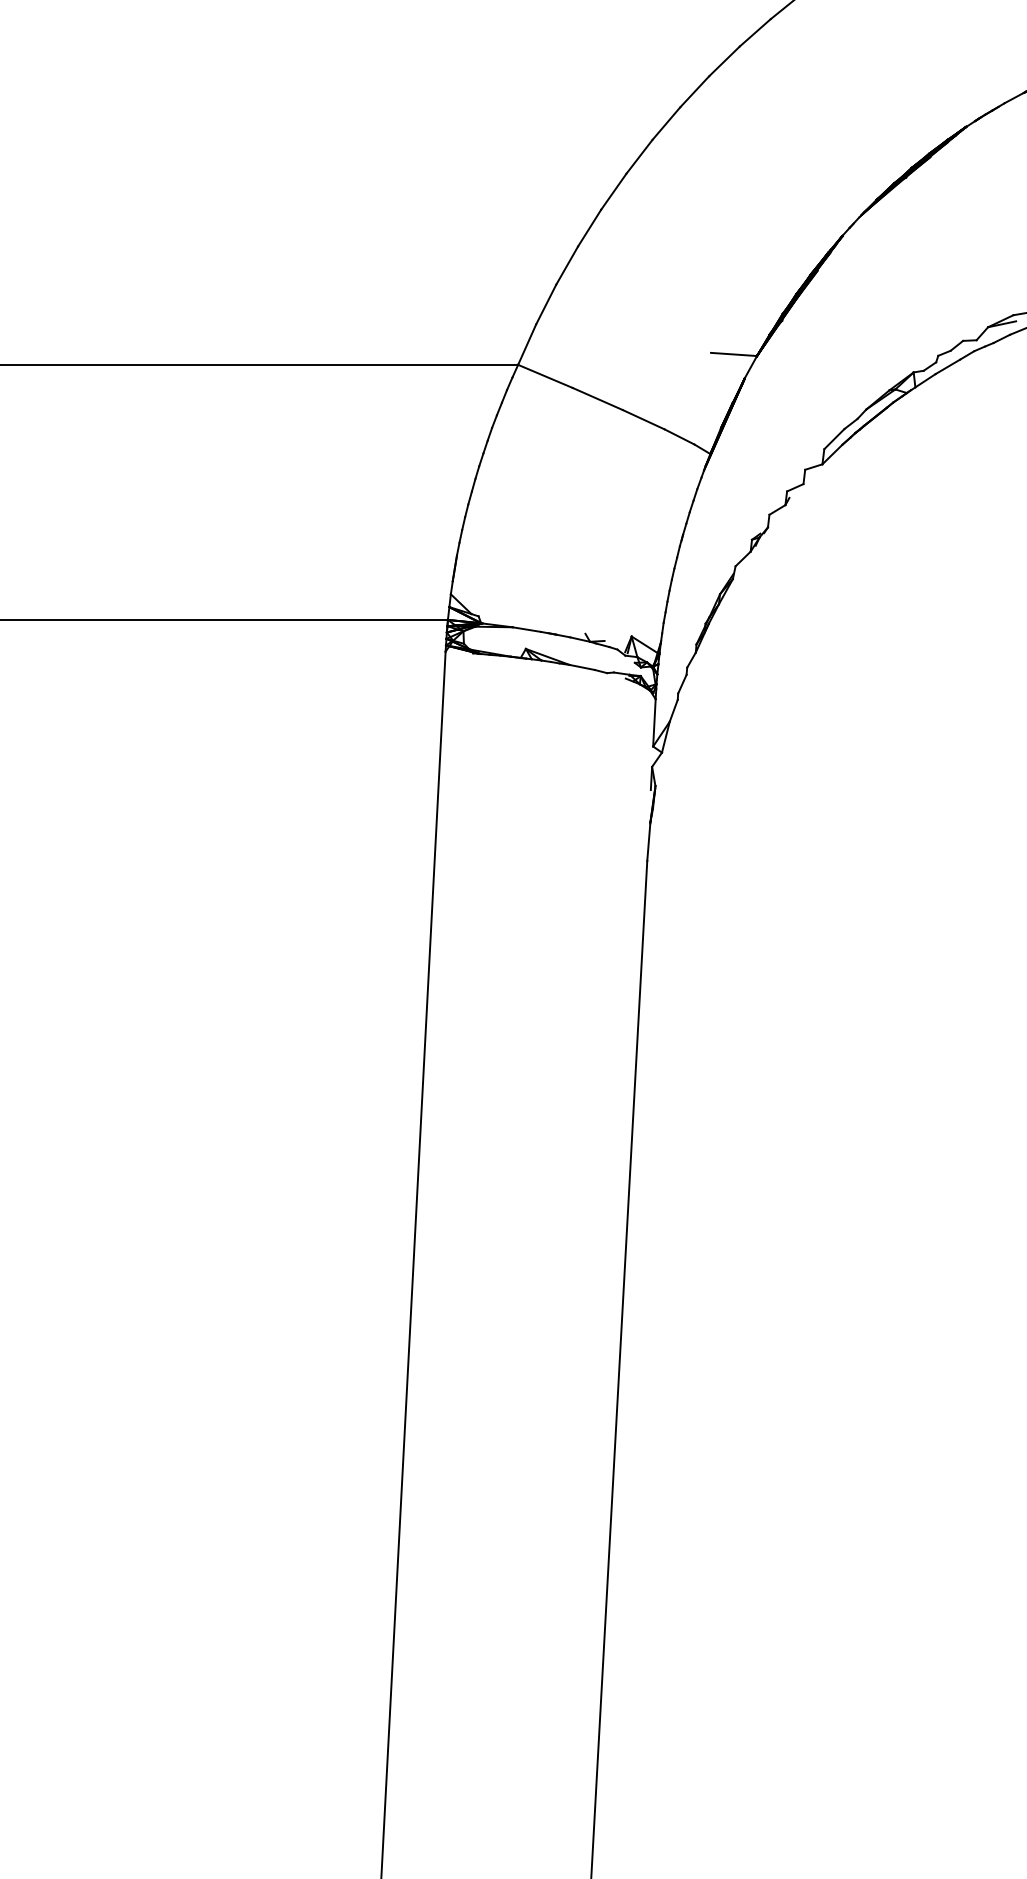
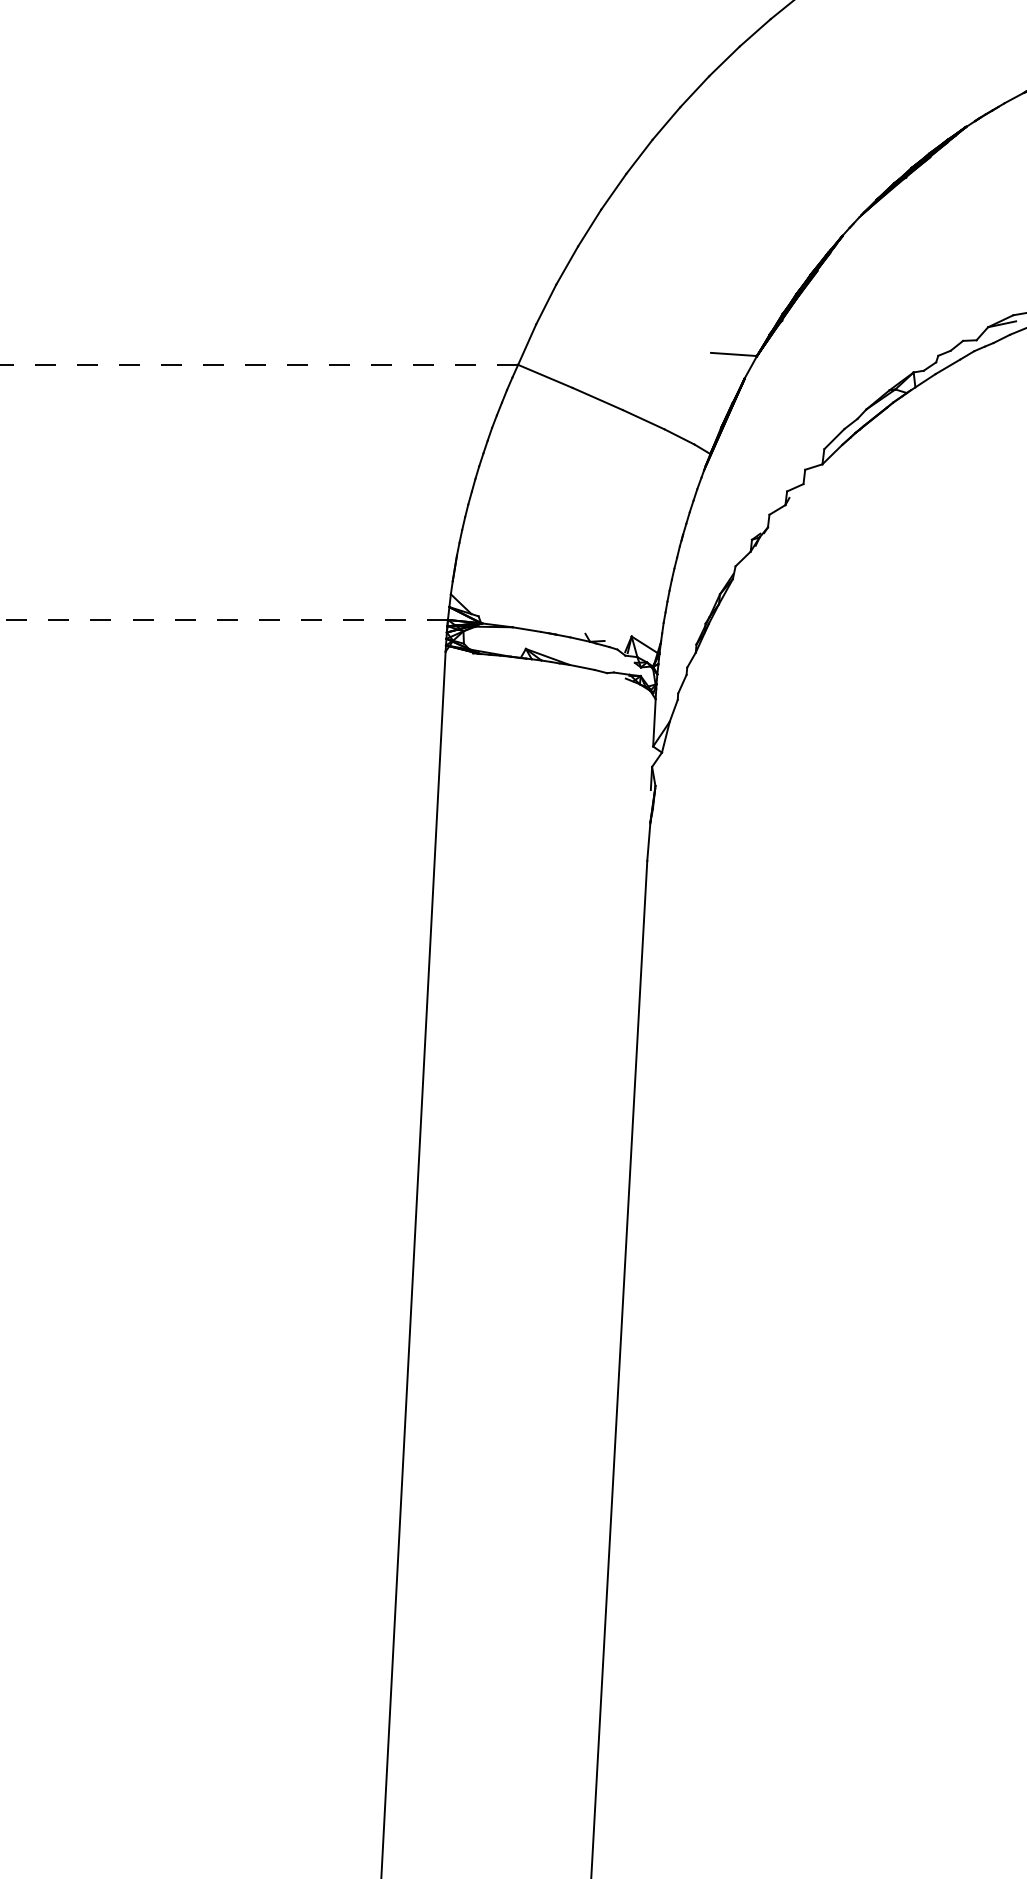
line at (259, 364): solid -> dashed
line at (223, 619): solid -> dashed
